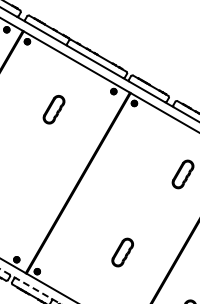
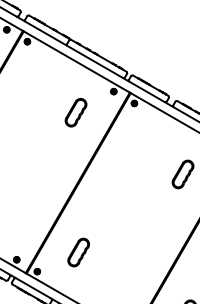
part at (53, 109) position: (53, 109) -> (75, 112)
part at (122, 252) position: (122, 252) -> (78, 252)
line at (31, 286): dashed -> solid
